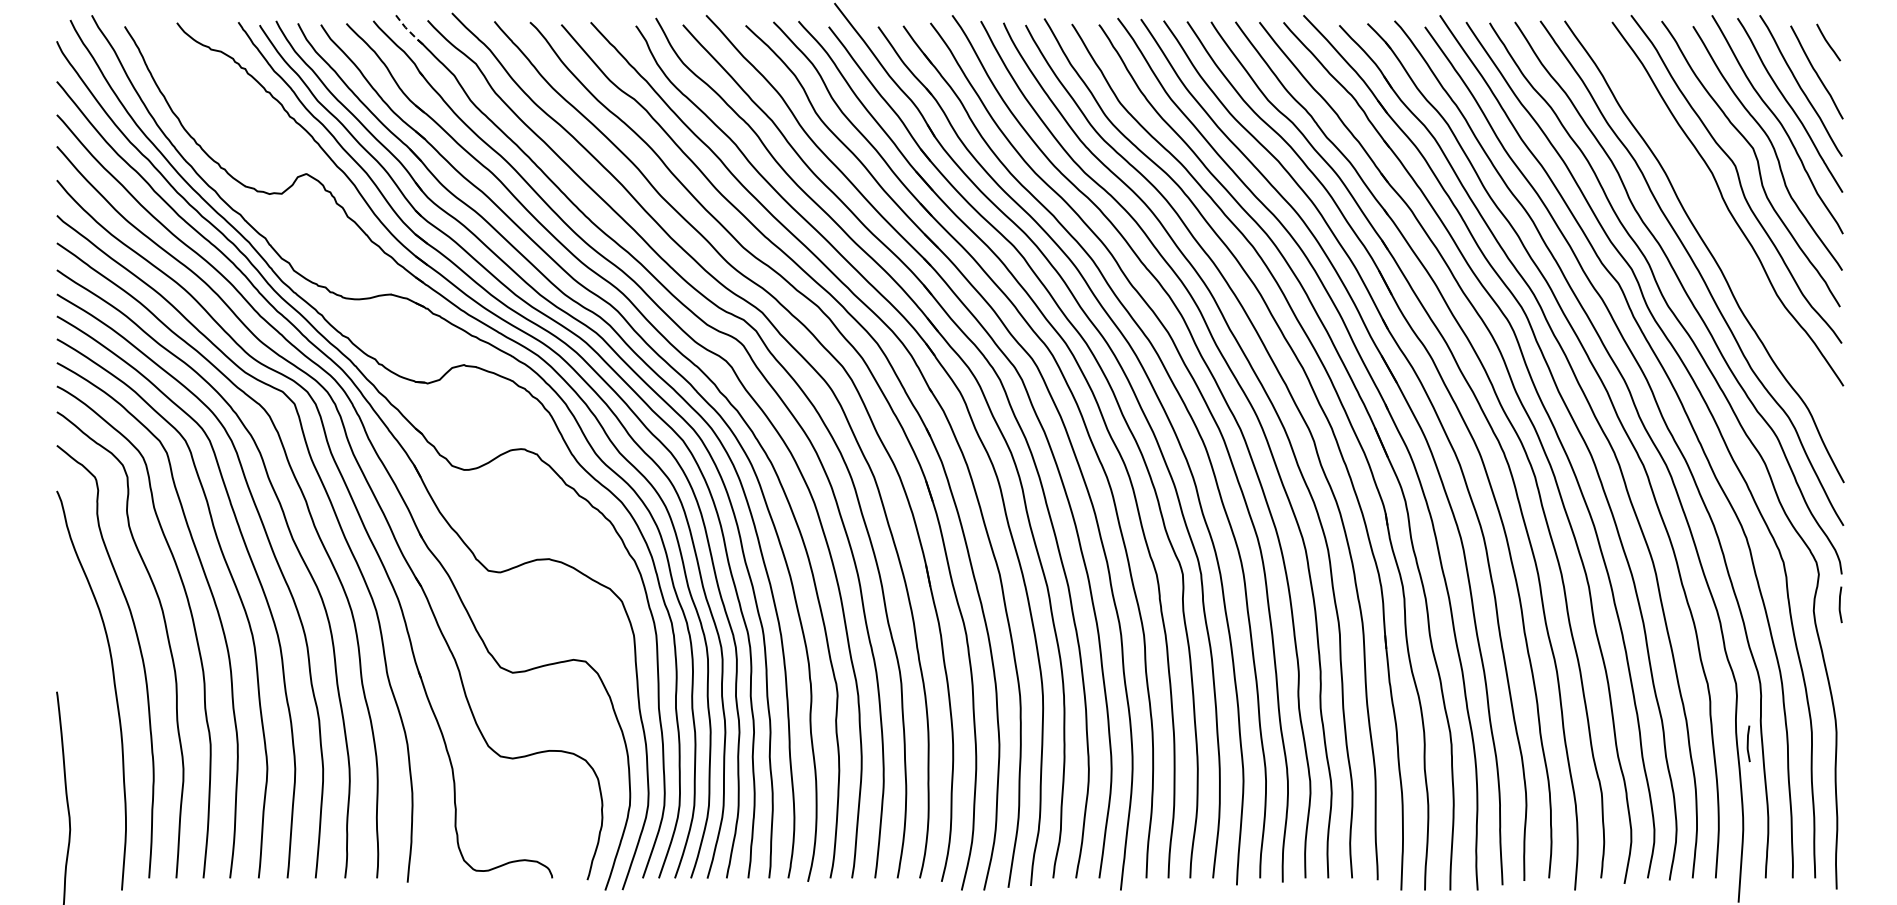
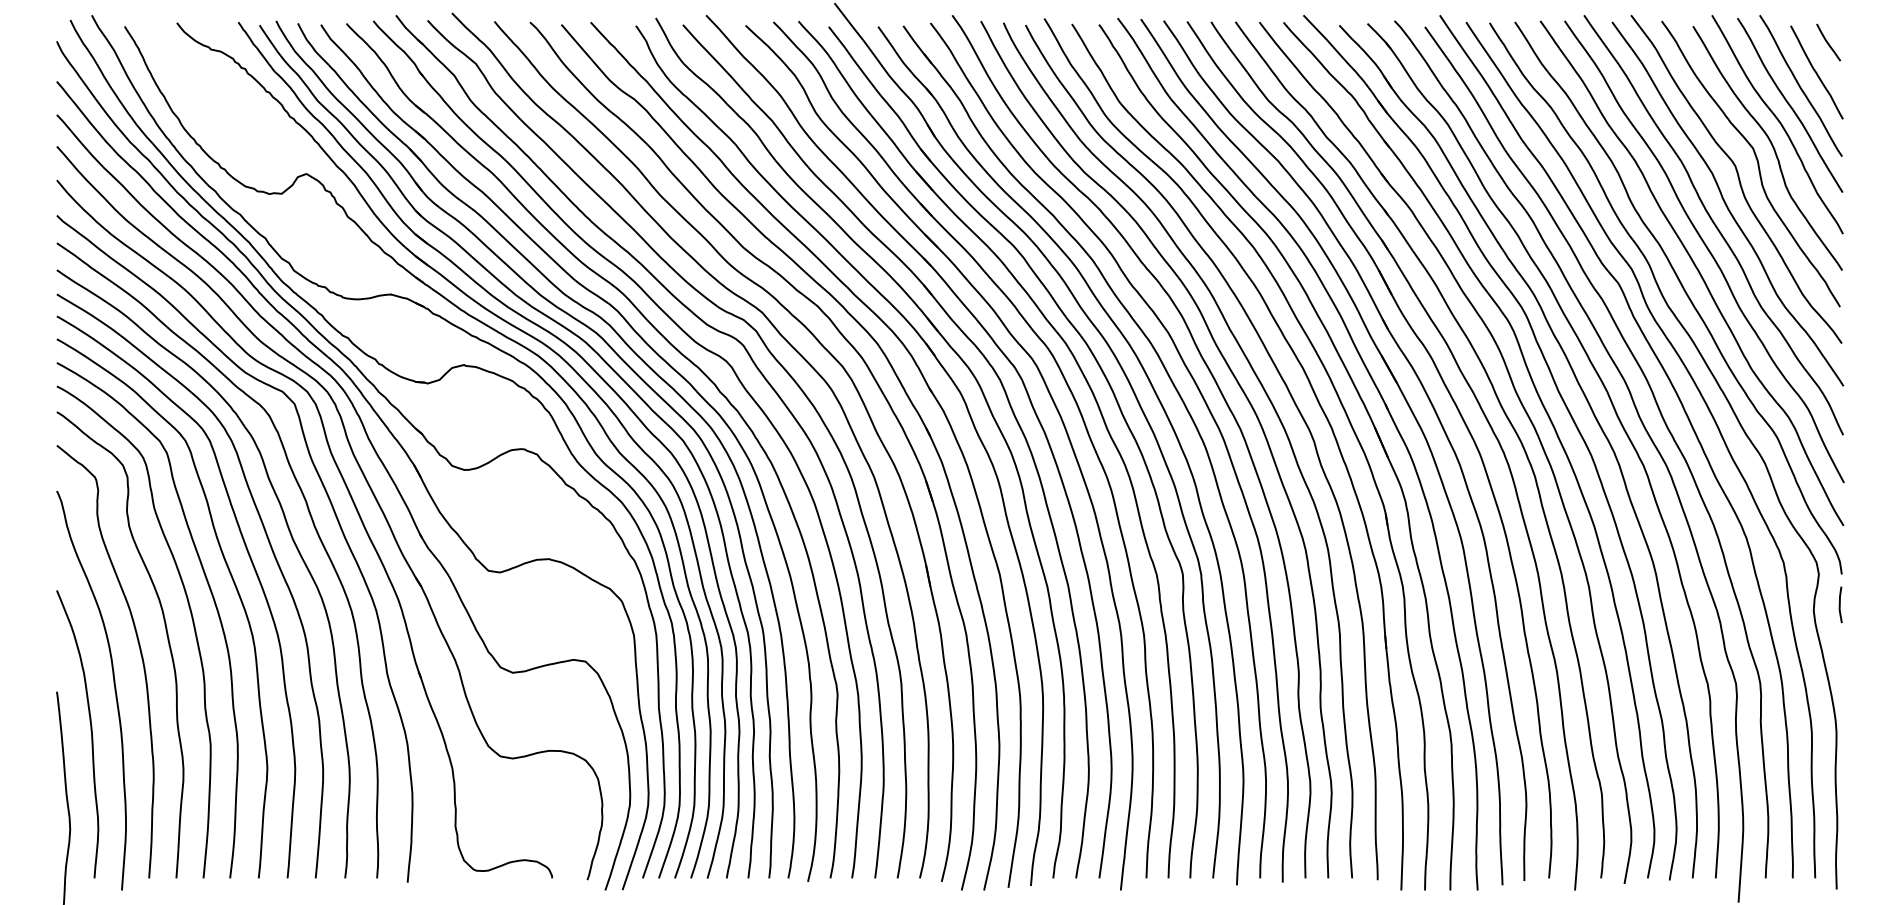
line at (408, 30): dashed -> solid
curve at (1713, 224): none -> present
curve at (90, 731): none -> present
line at (1748, 743): present -> none
